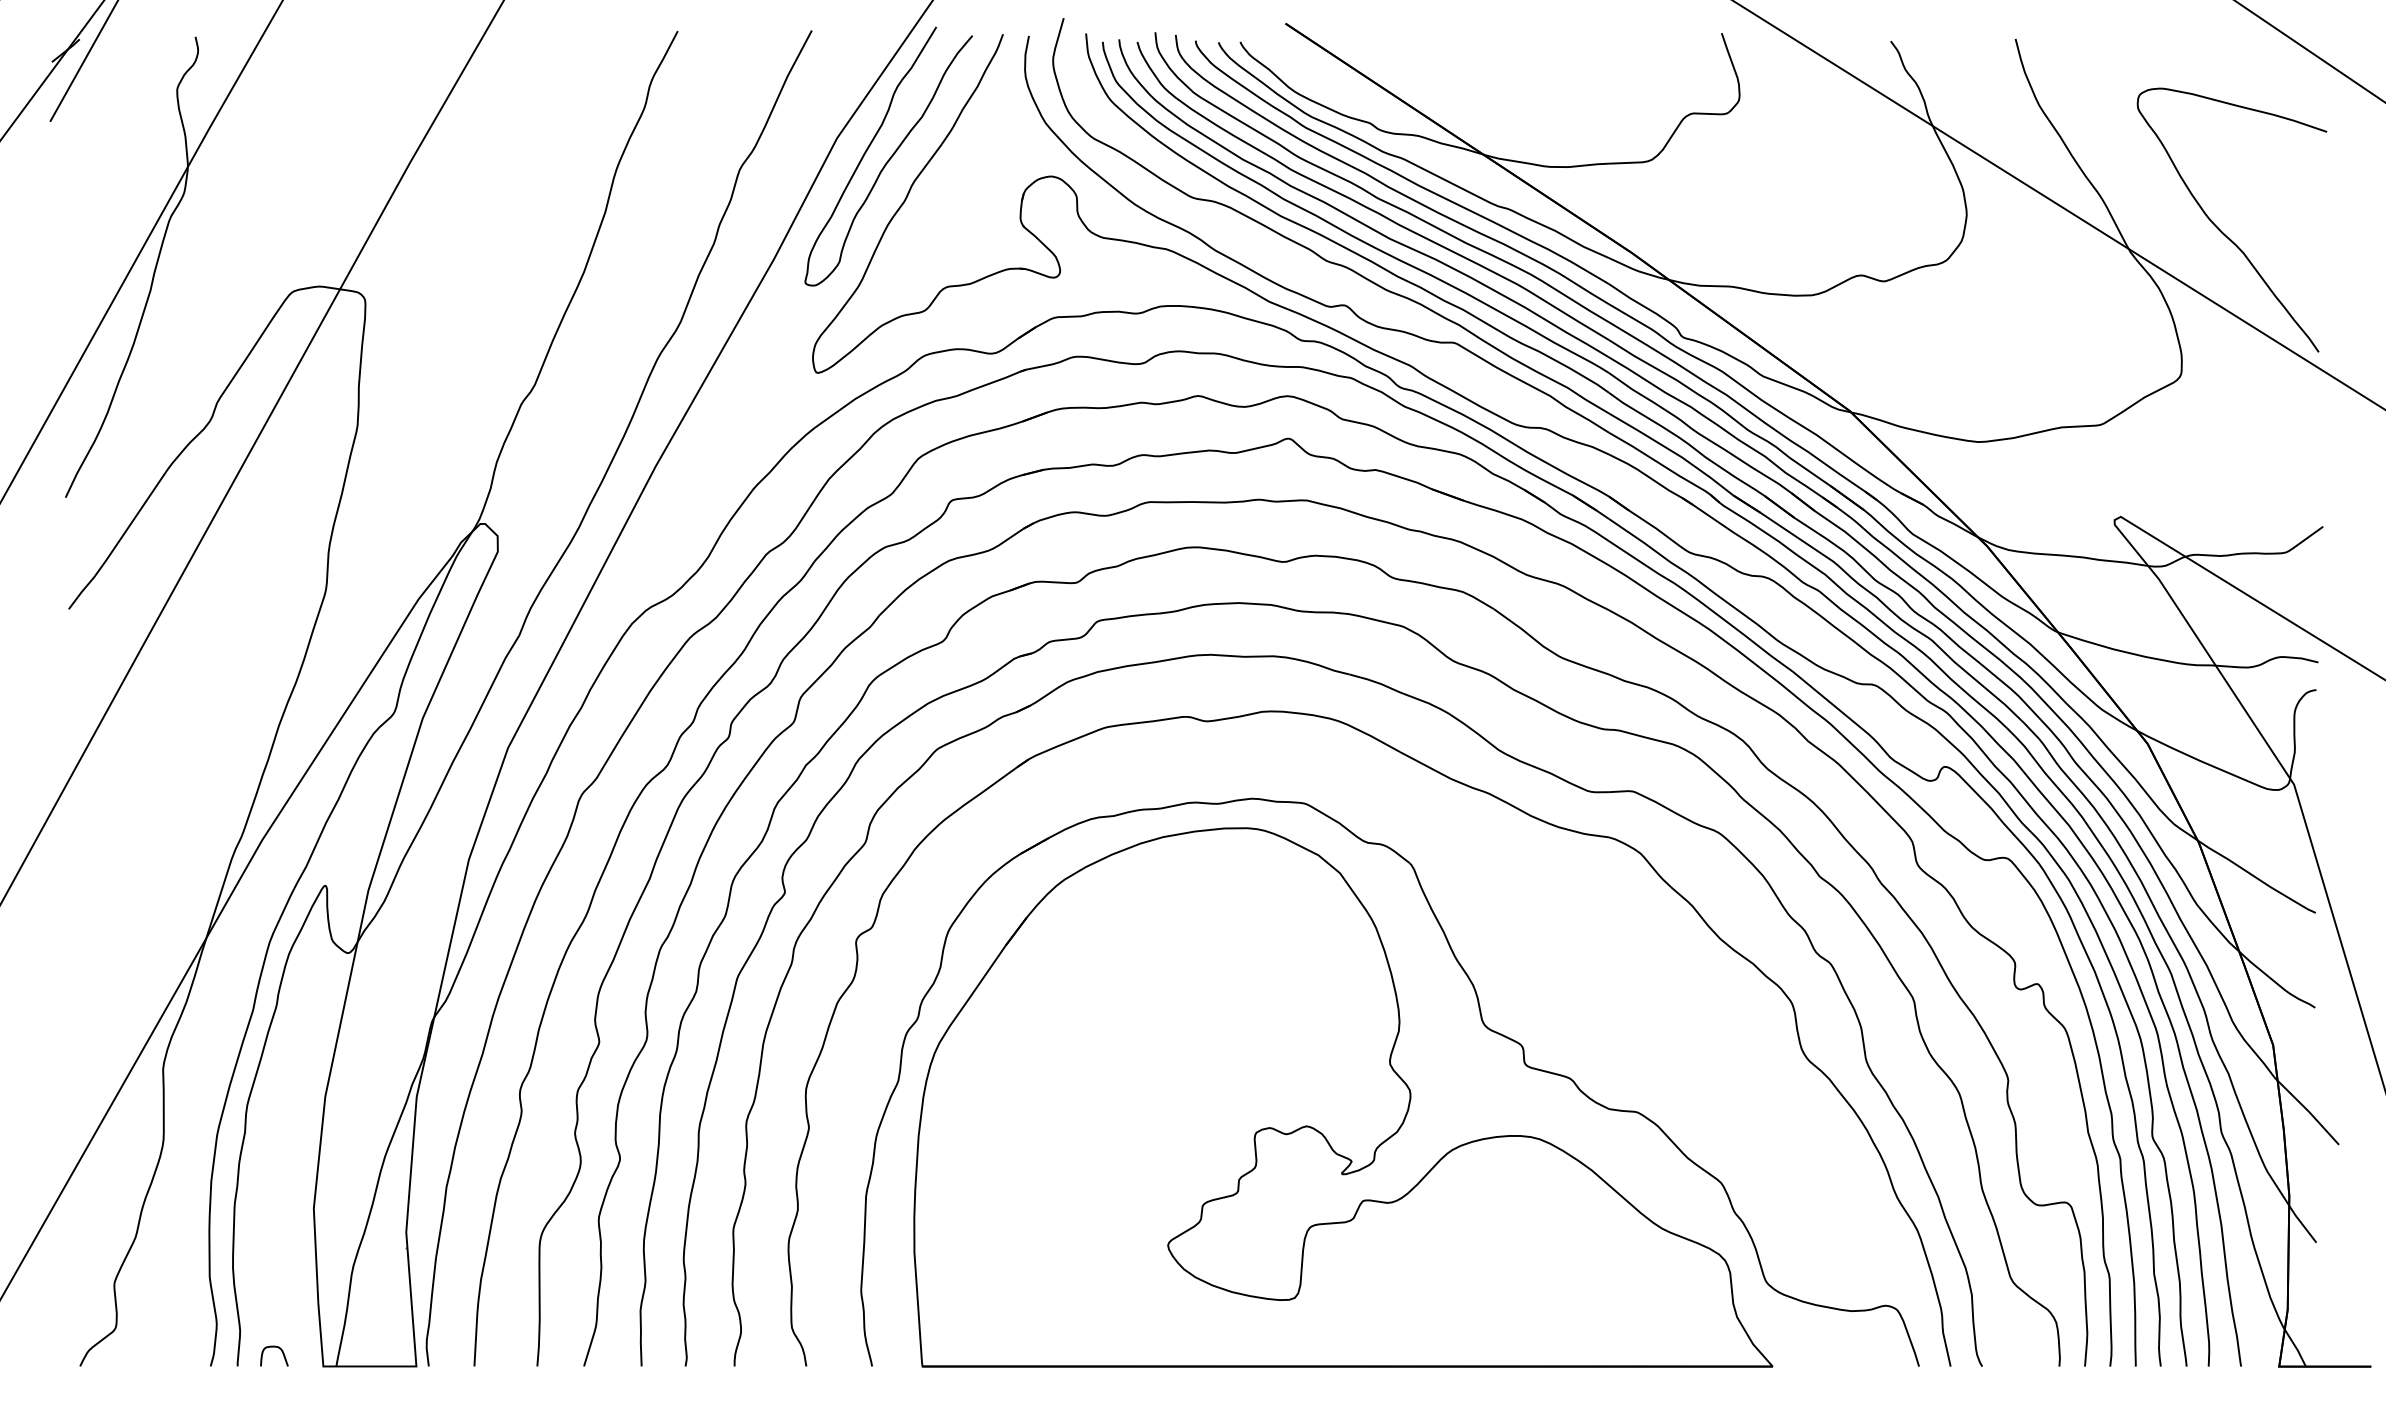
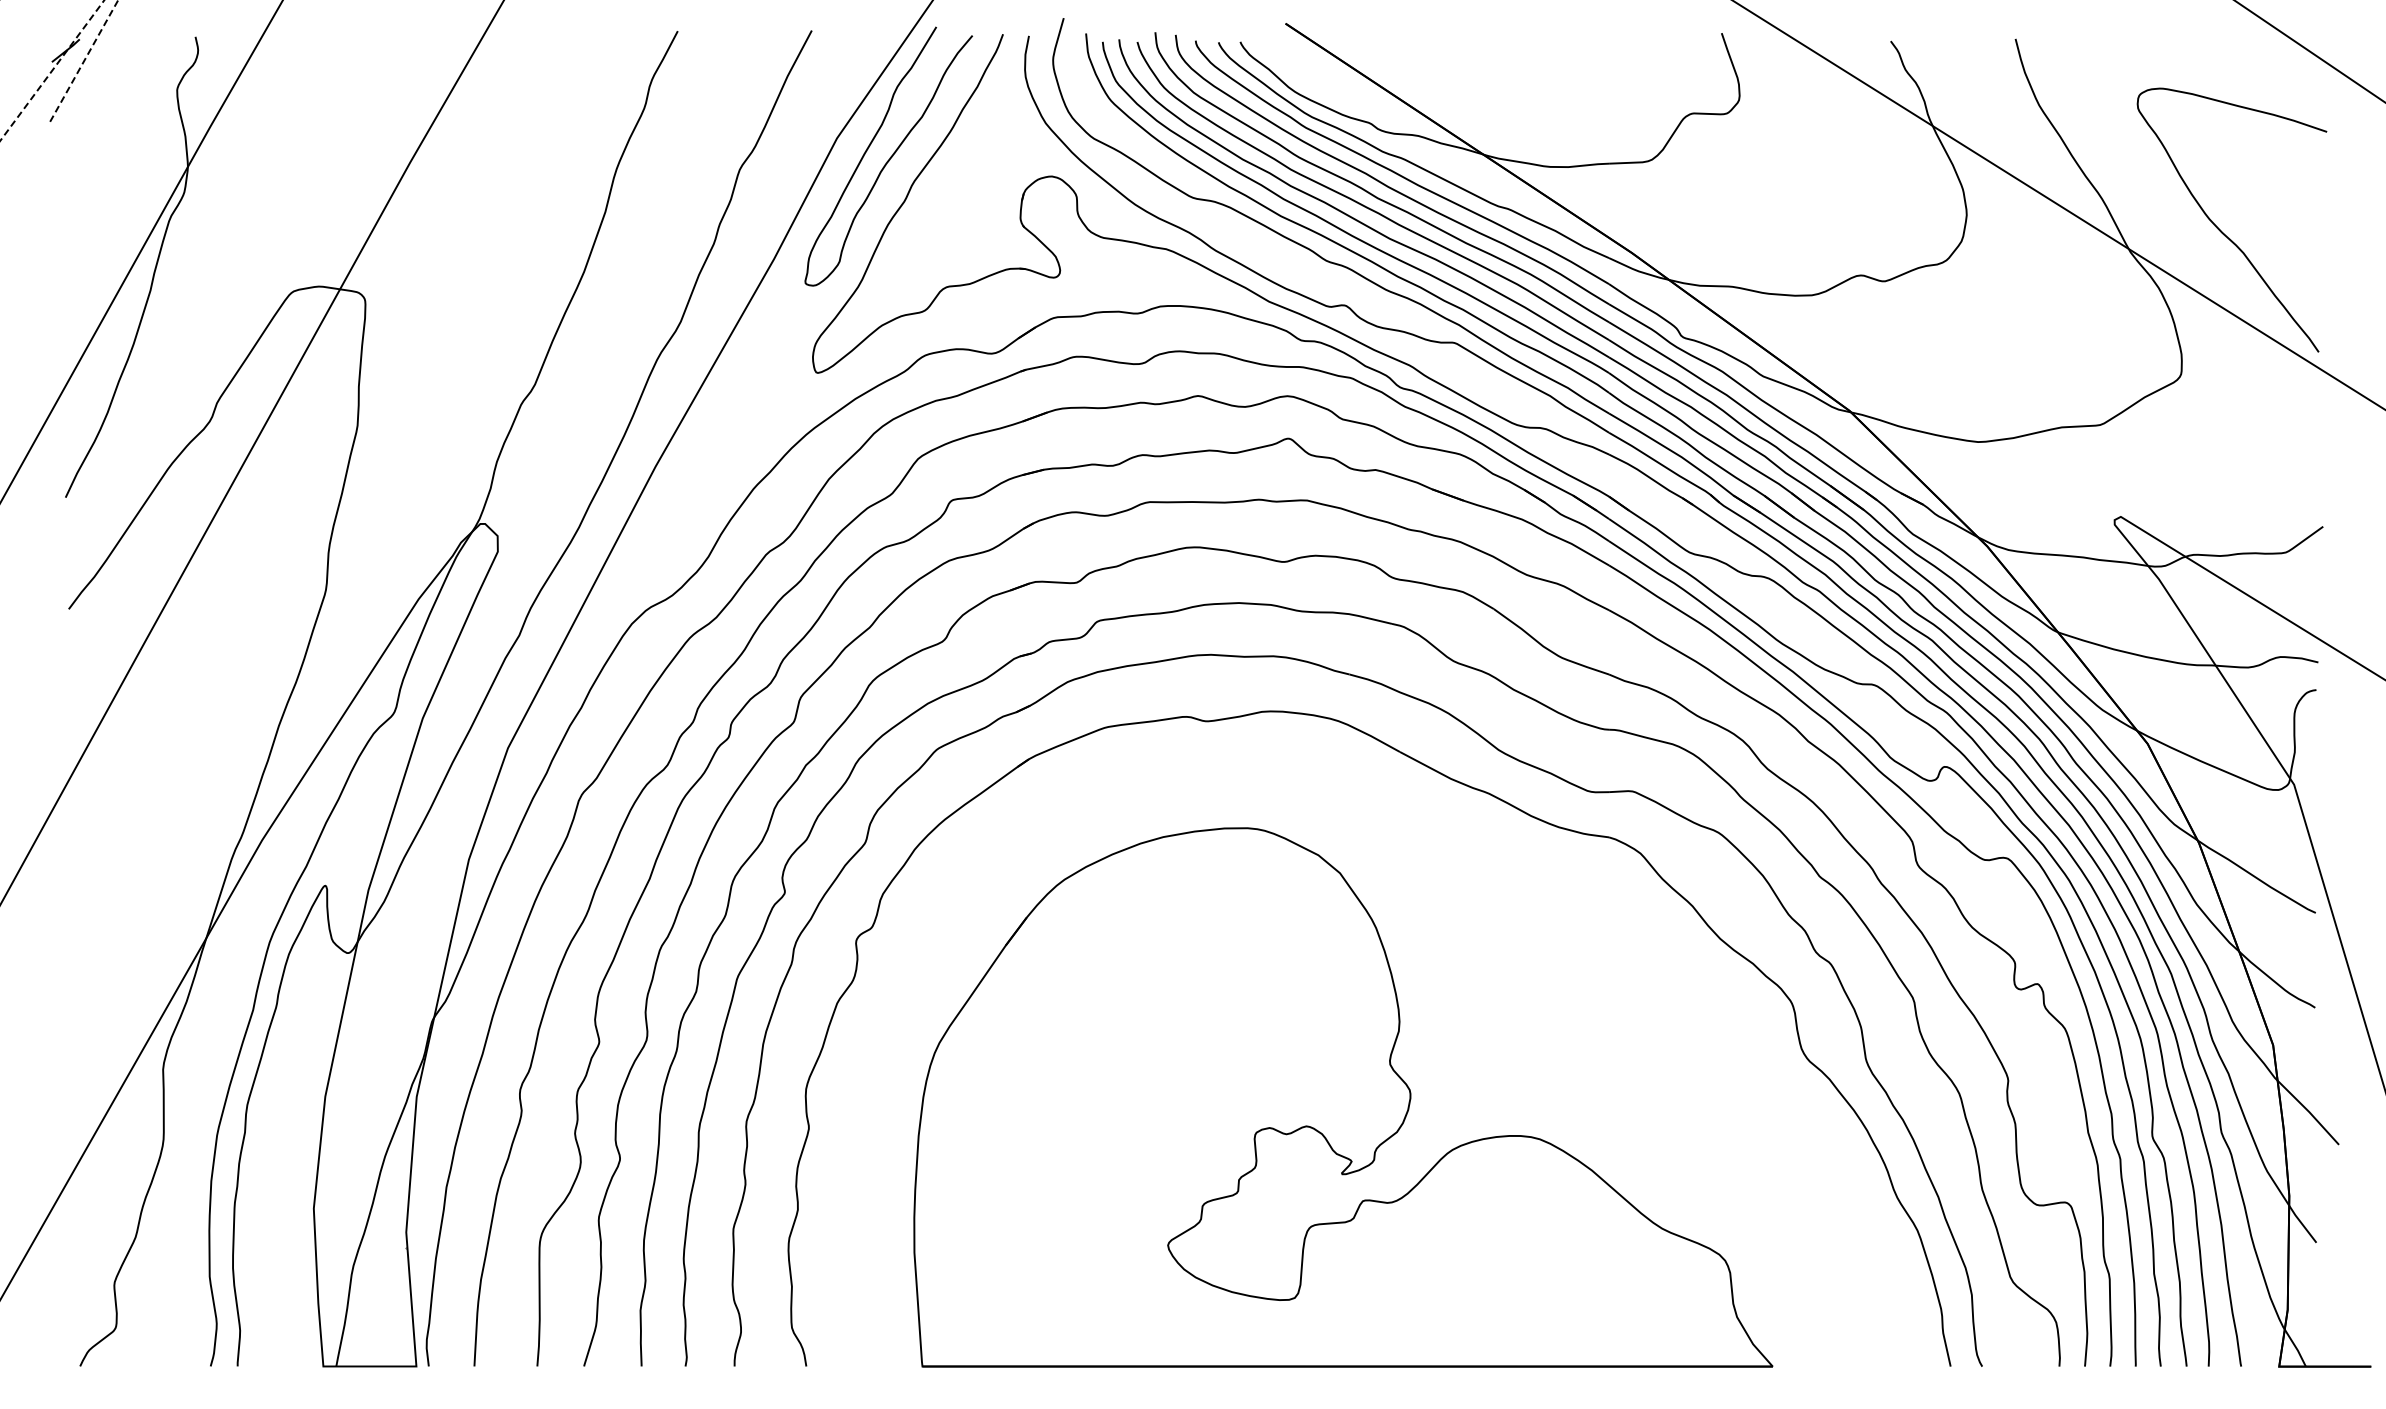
line at (94, 14): solid -> dashed
part at (1483, 1025): present -> none
curve at (279, 1349): present -> none
